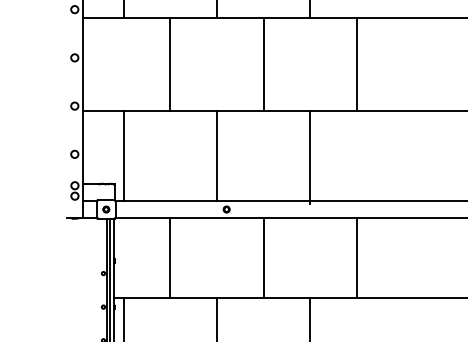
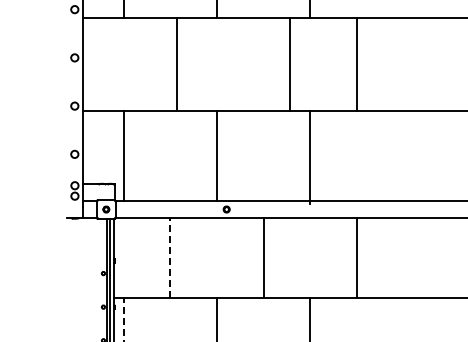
line at (170, 64) position: (170, 64) -> (177, 64)
line at (263, 64) position: (263, 64) -> (289, 64)
line at (170, 257): solid -> dashed
line at (123, 319): solid -> dashed
